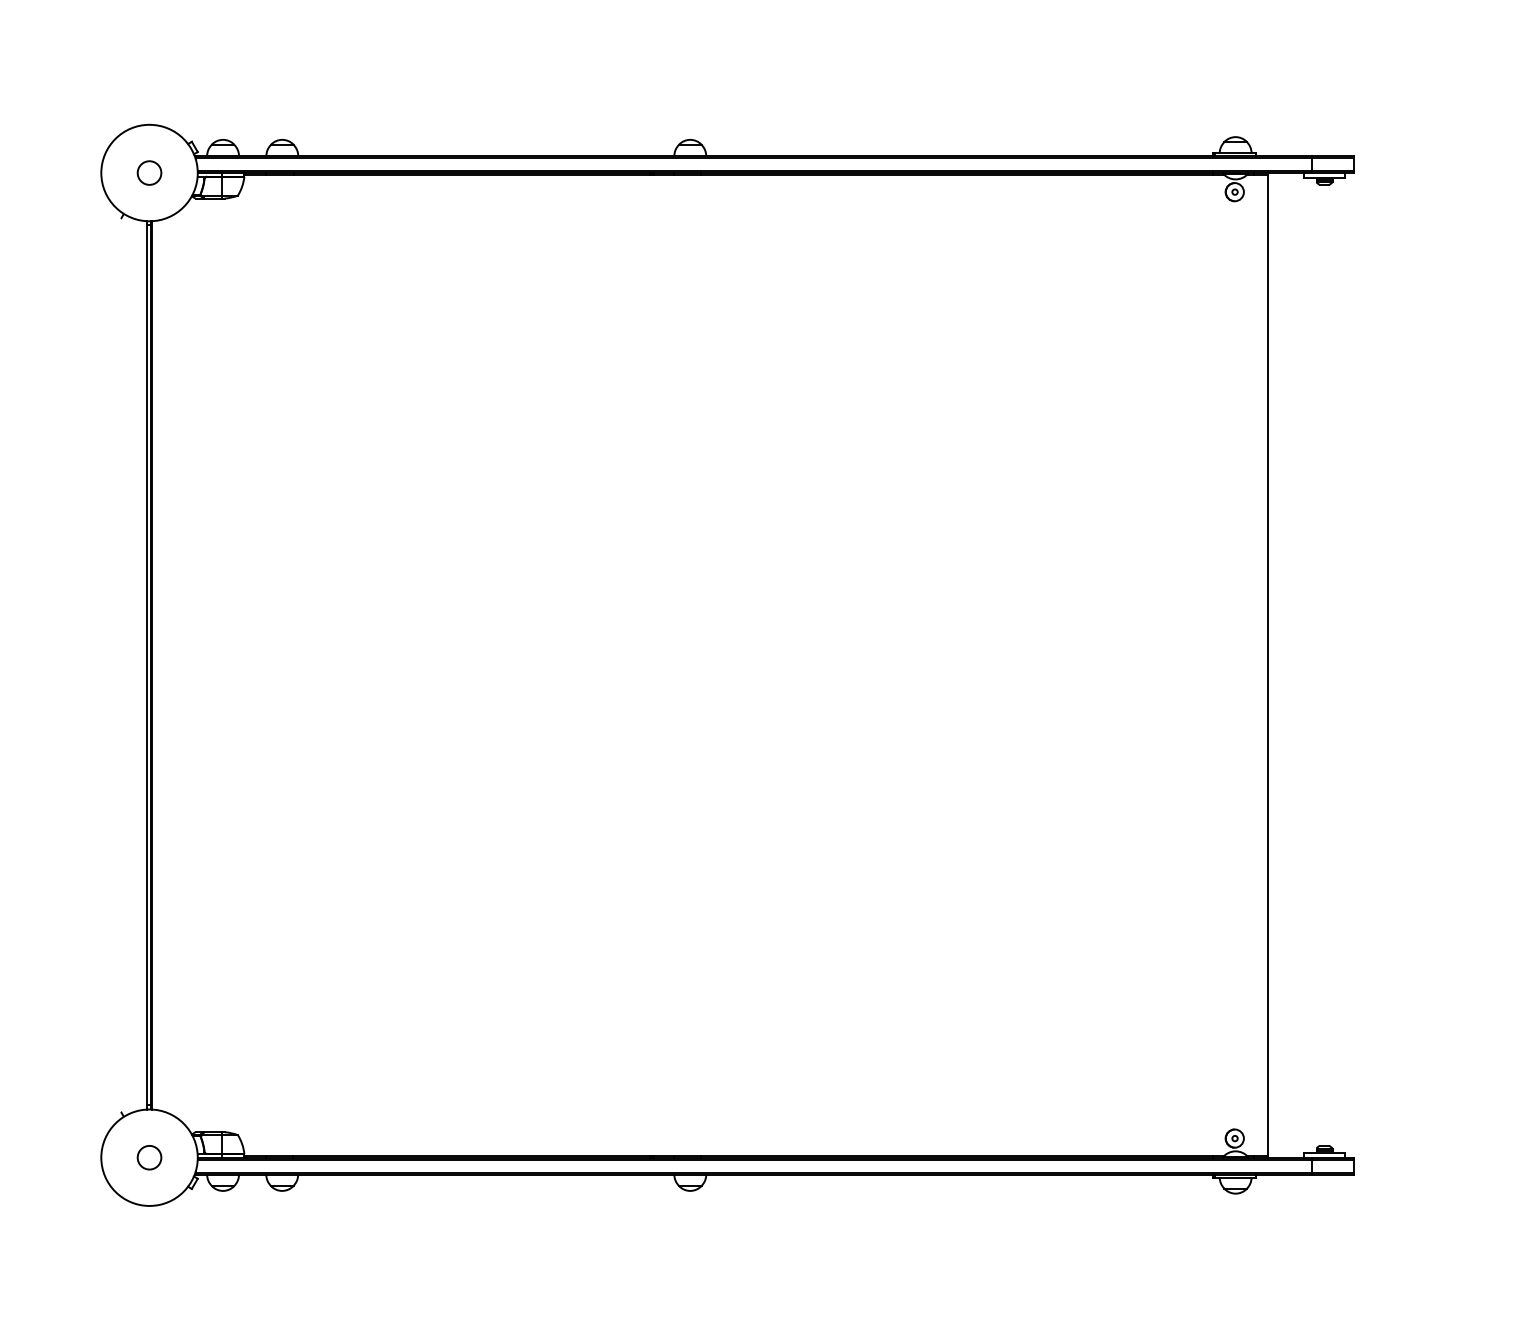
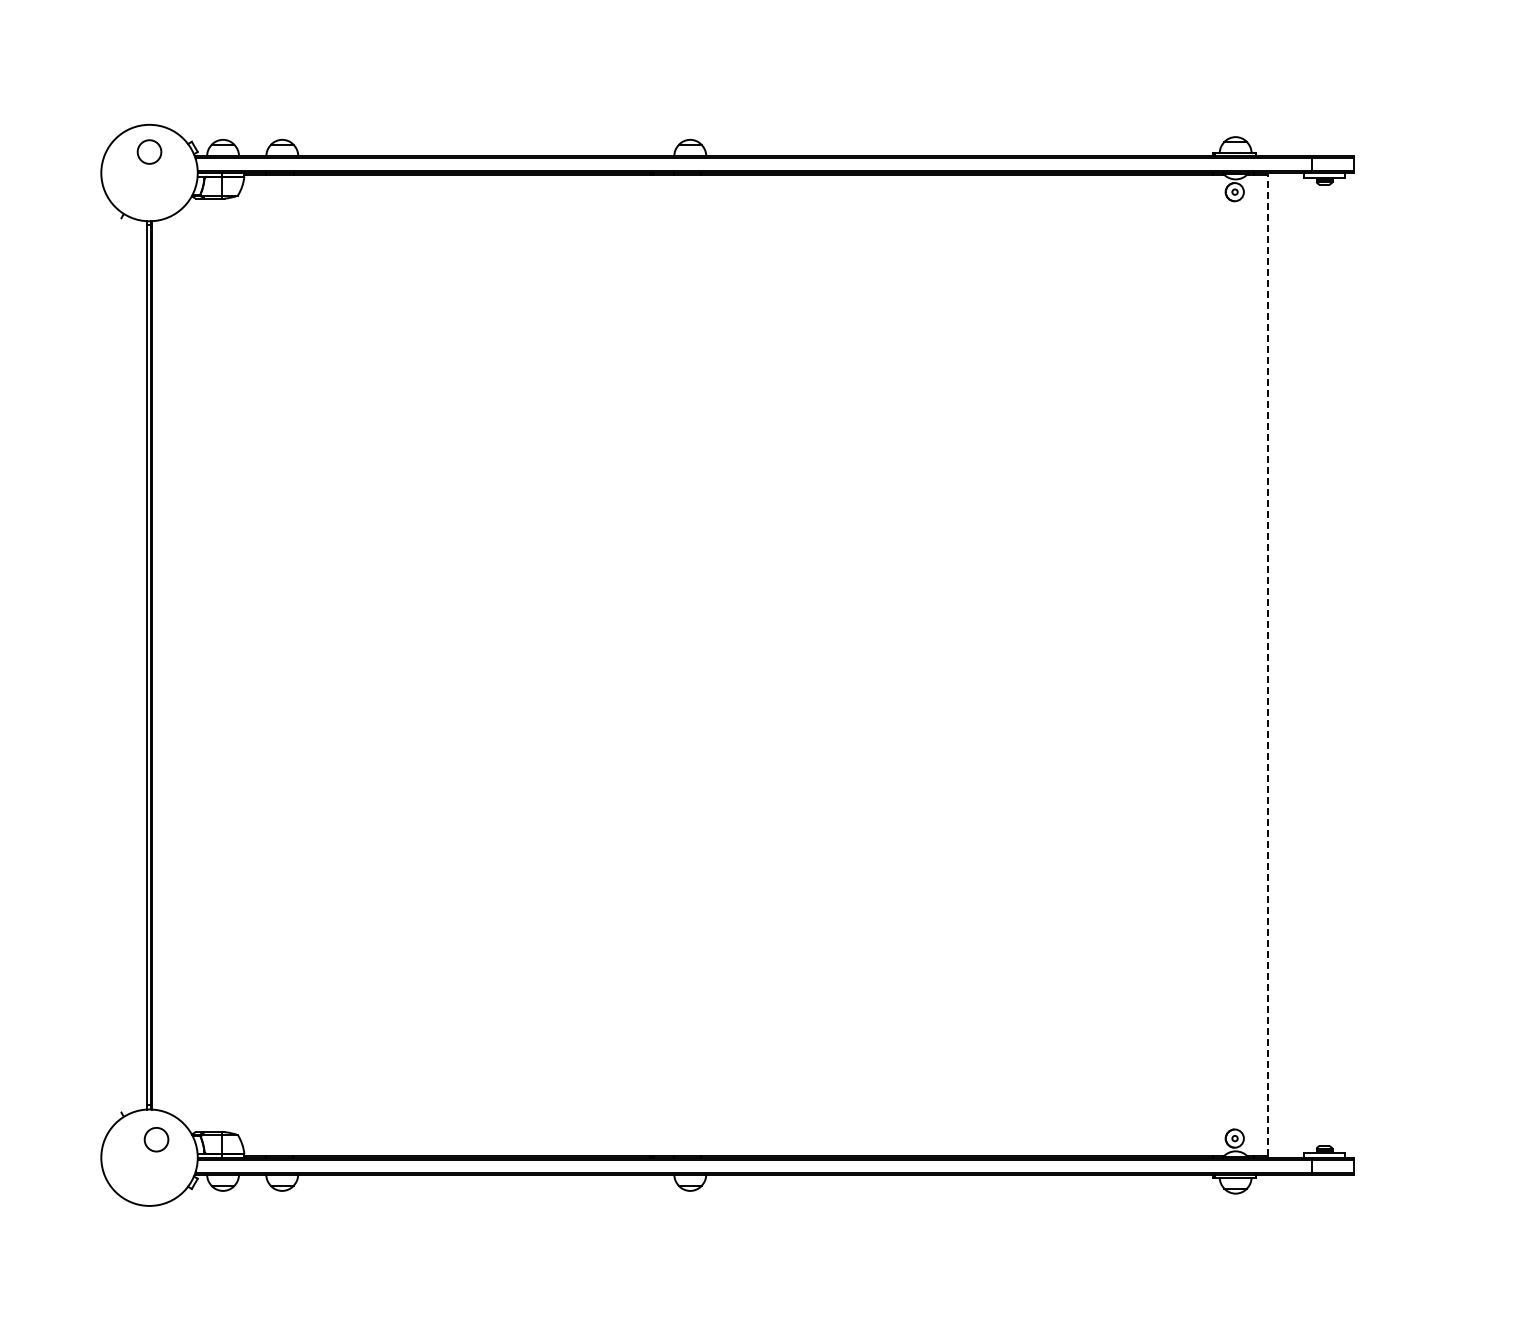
circle at (149, 172) position: (149, 172) -> (149, 151)
line at (1268, 665): solid -> dashed
circle at (149, 1157) position: (149, 1157) -> (156, 1139)
